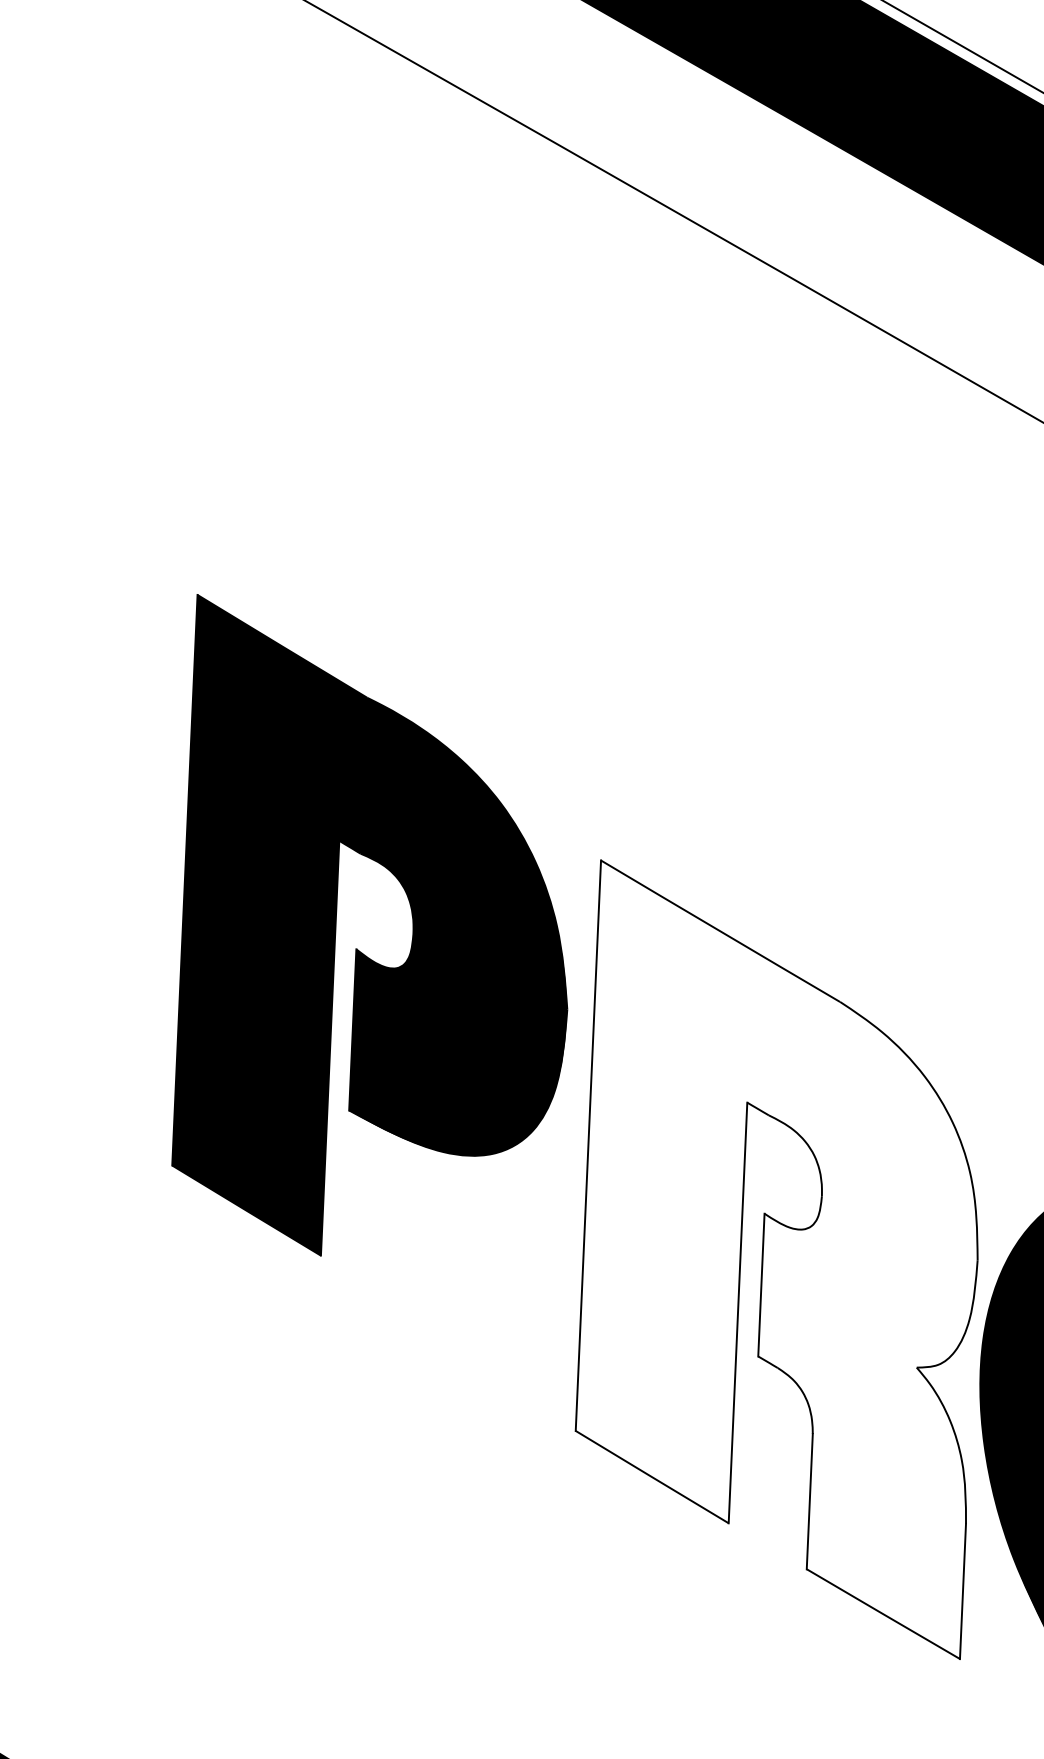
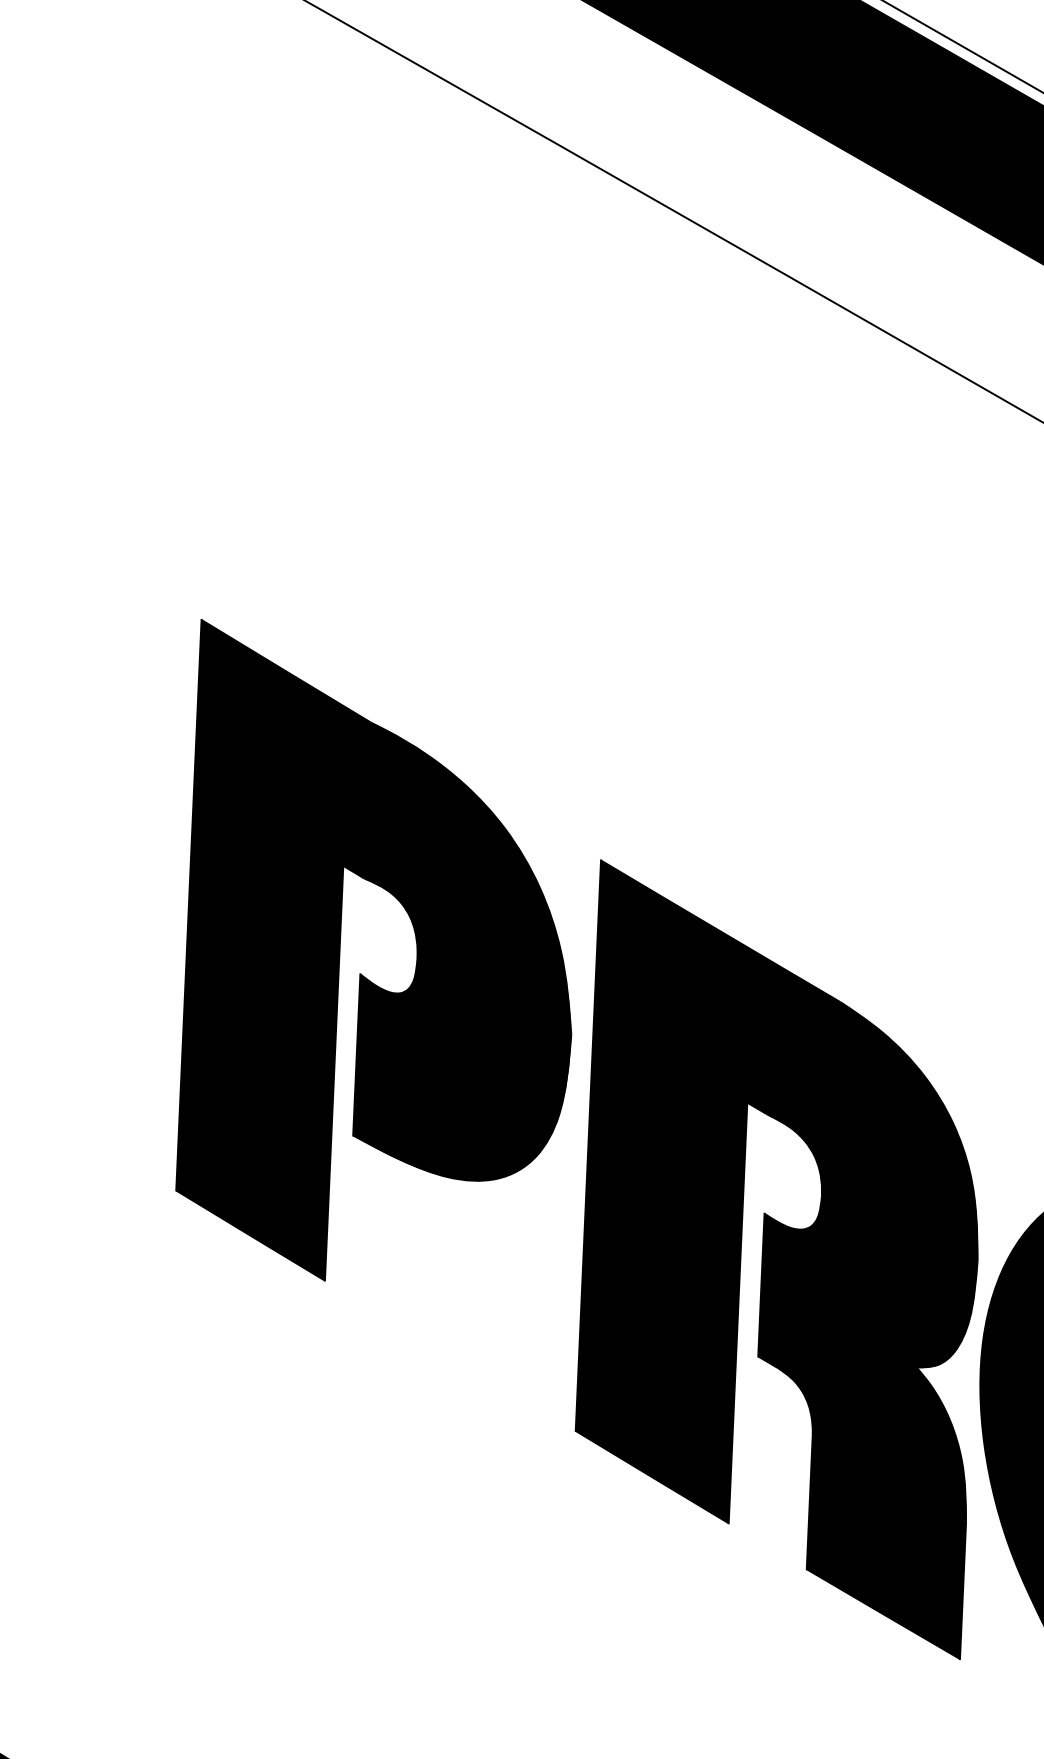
part at (357, 948) position: (357, 948) -> (361, 973)
fill at (776, 1259): none -> present
